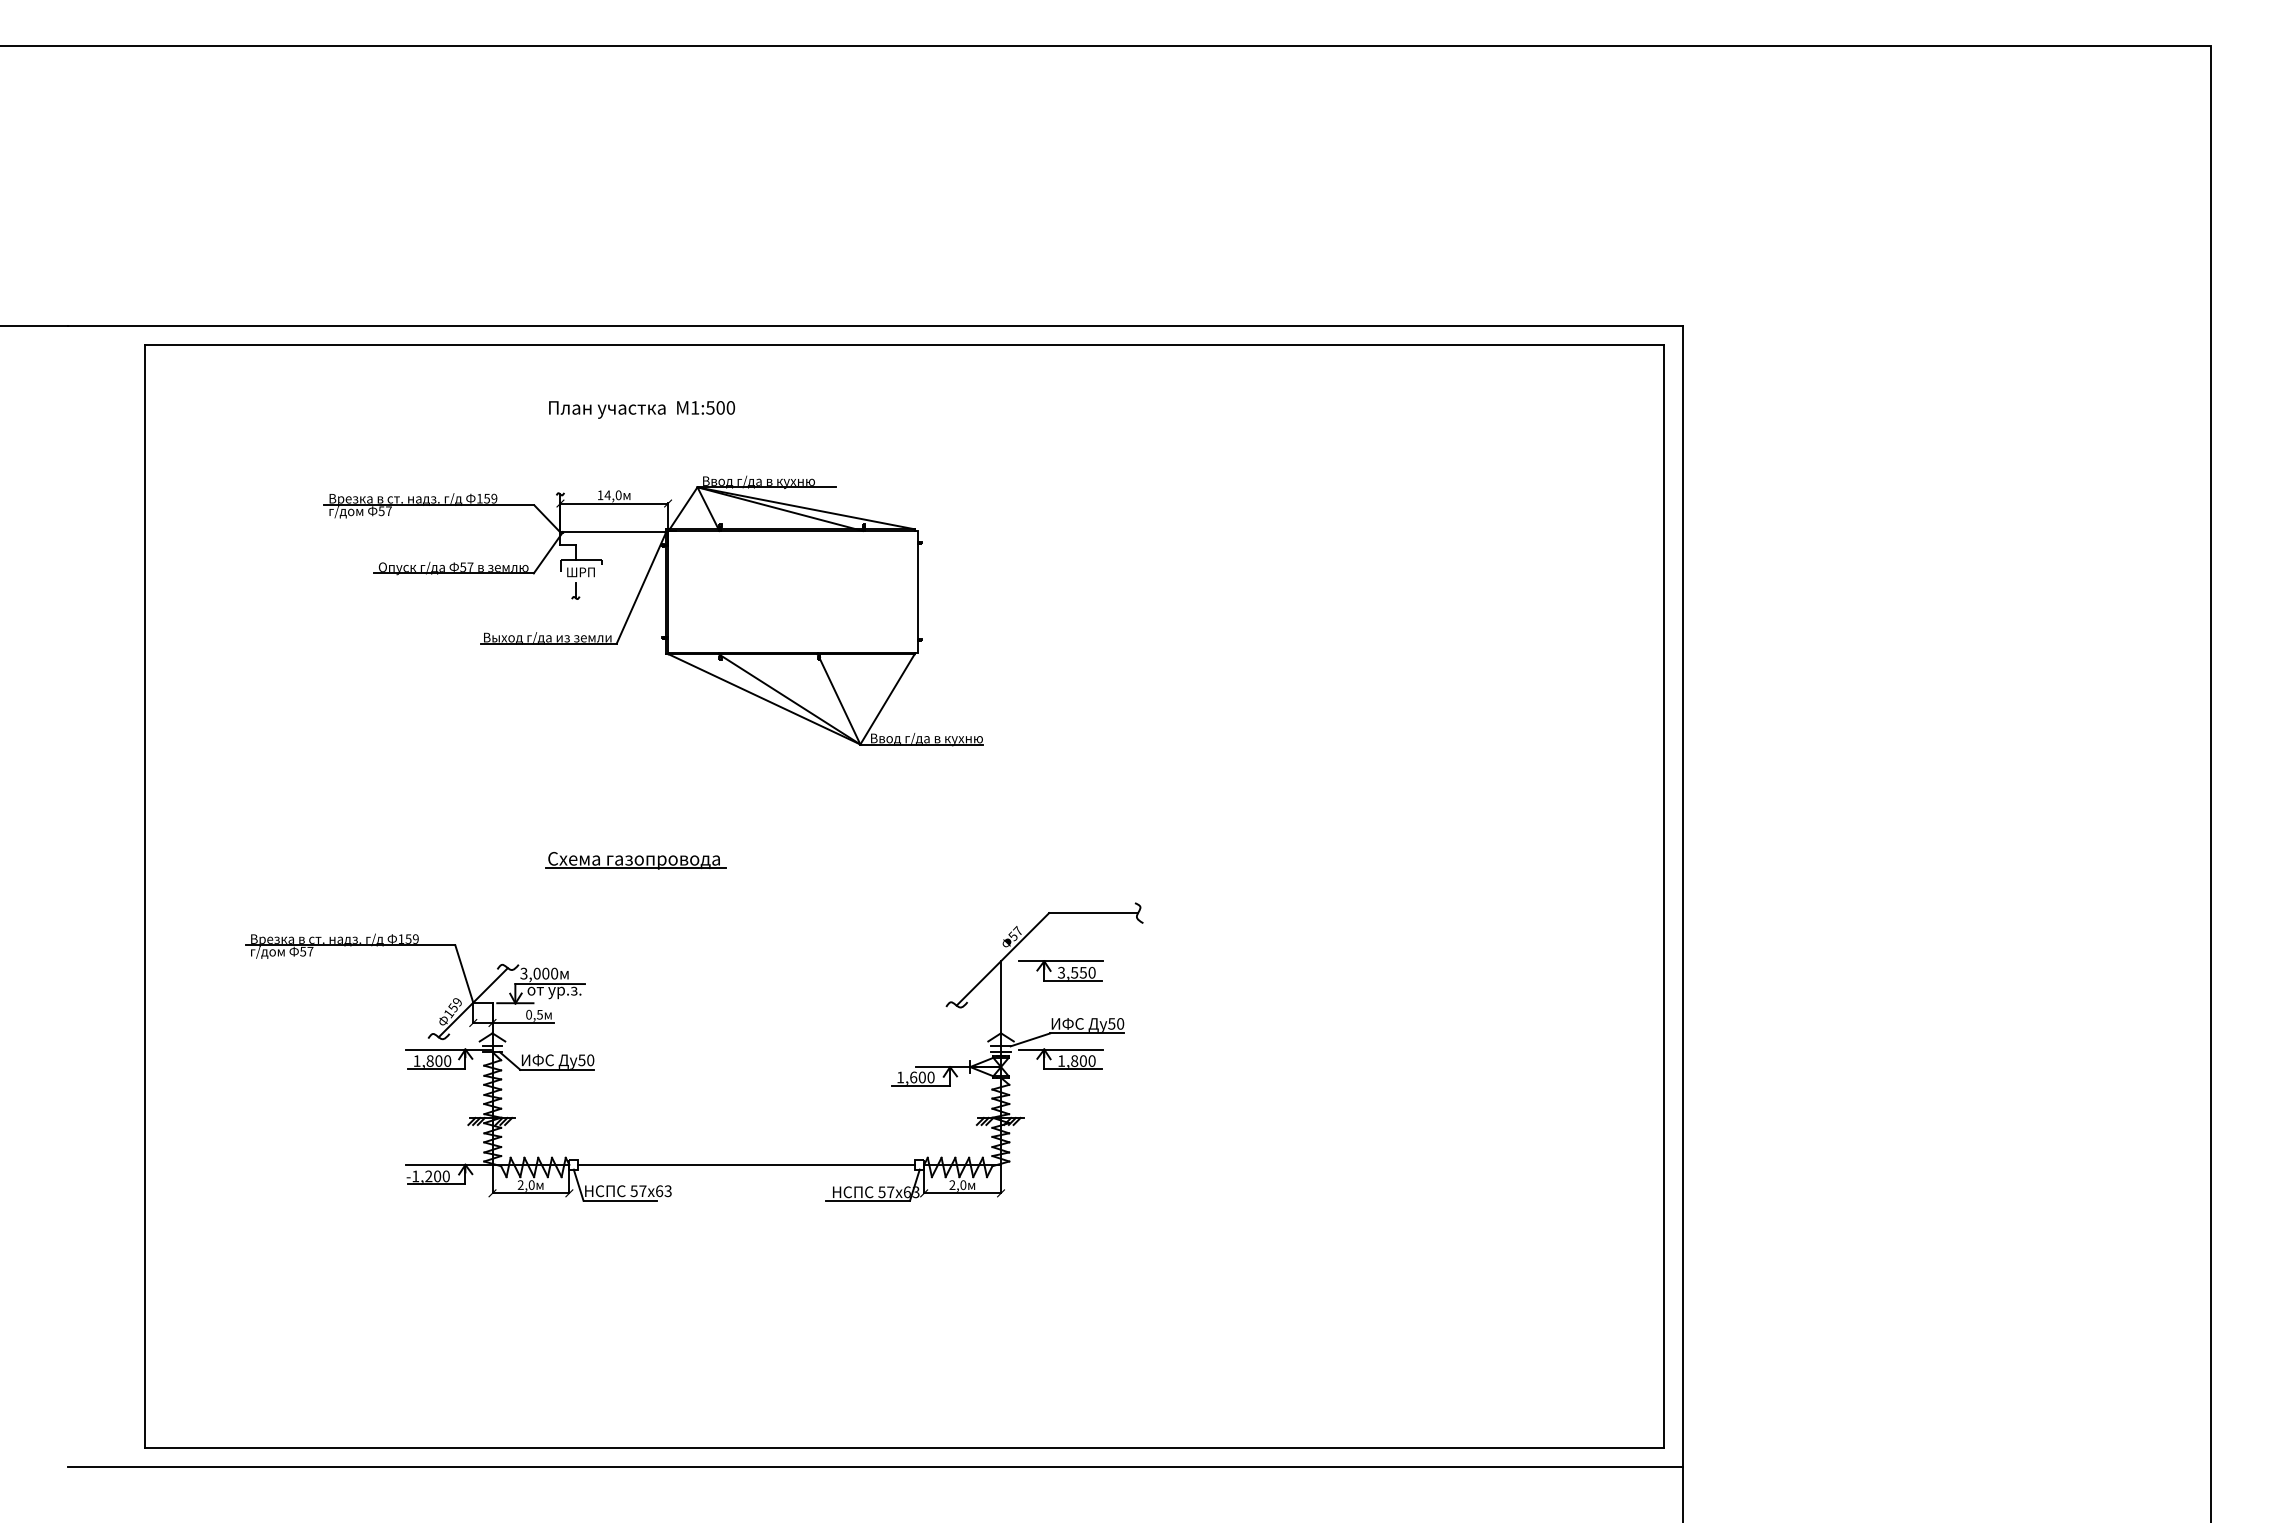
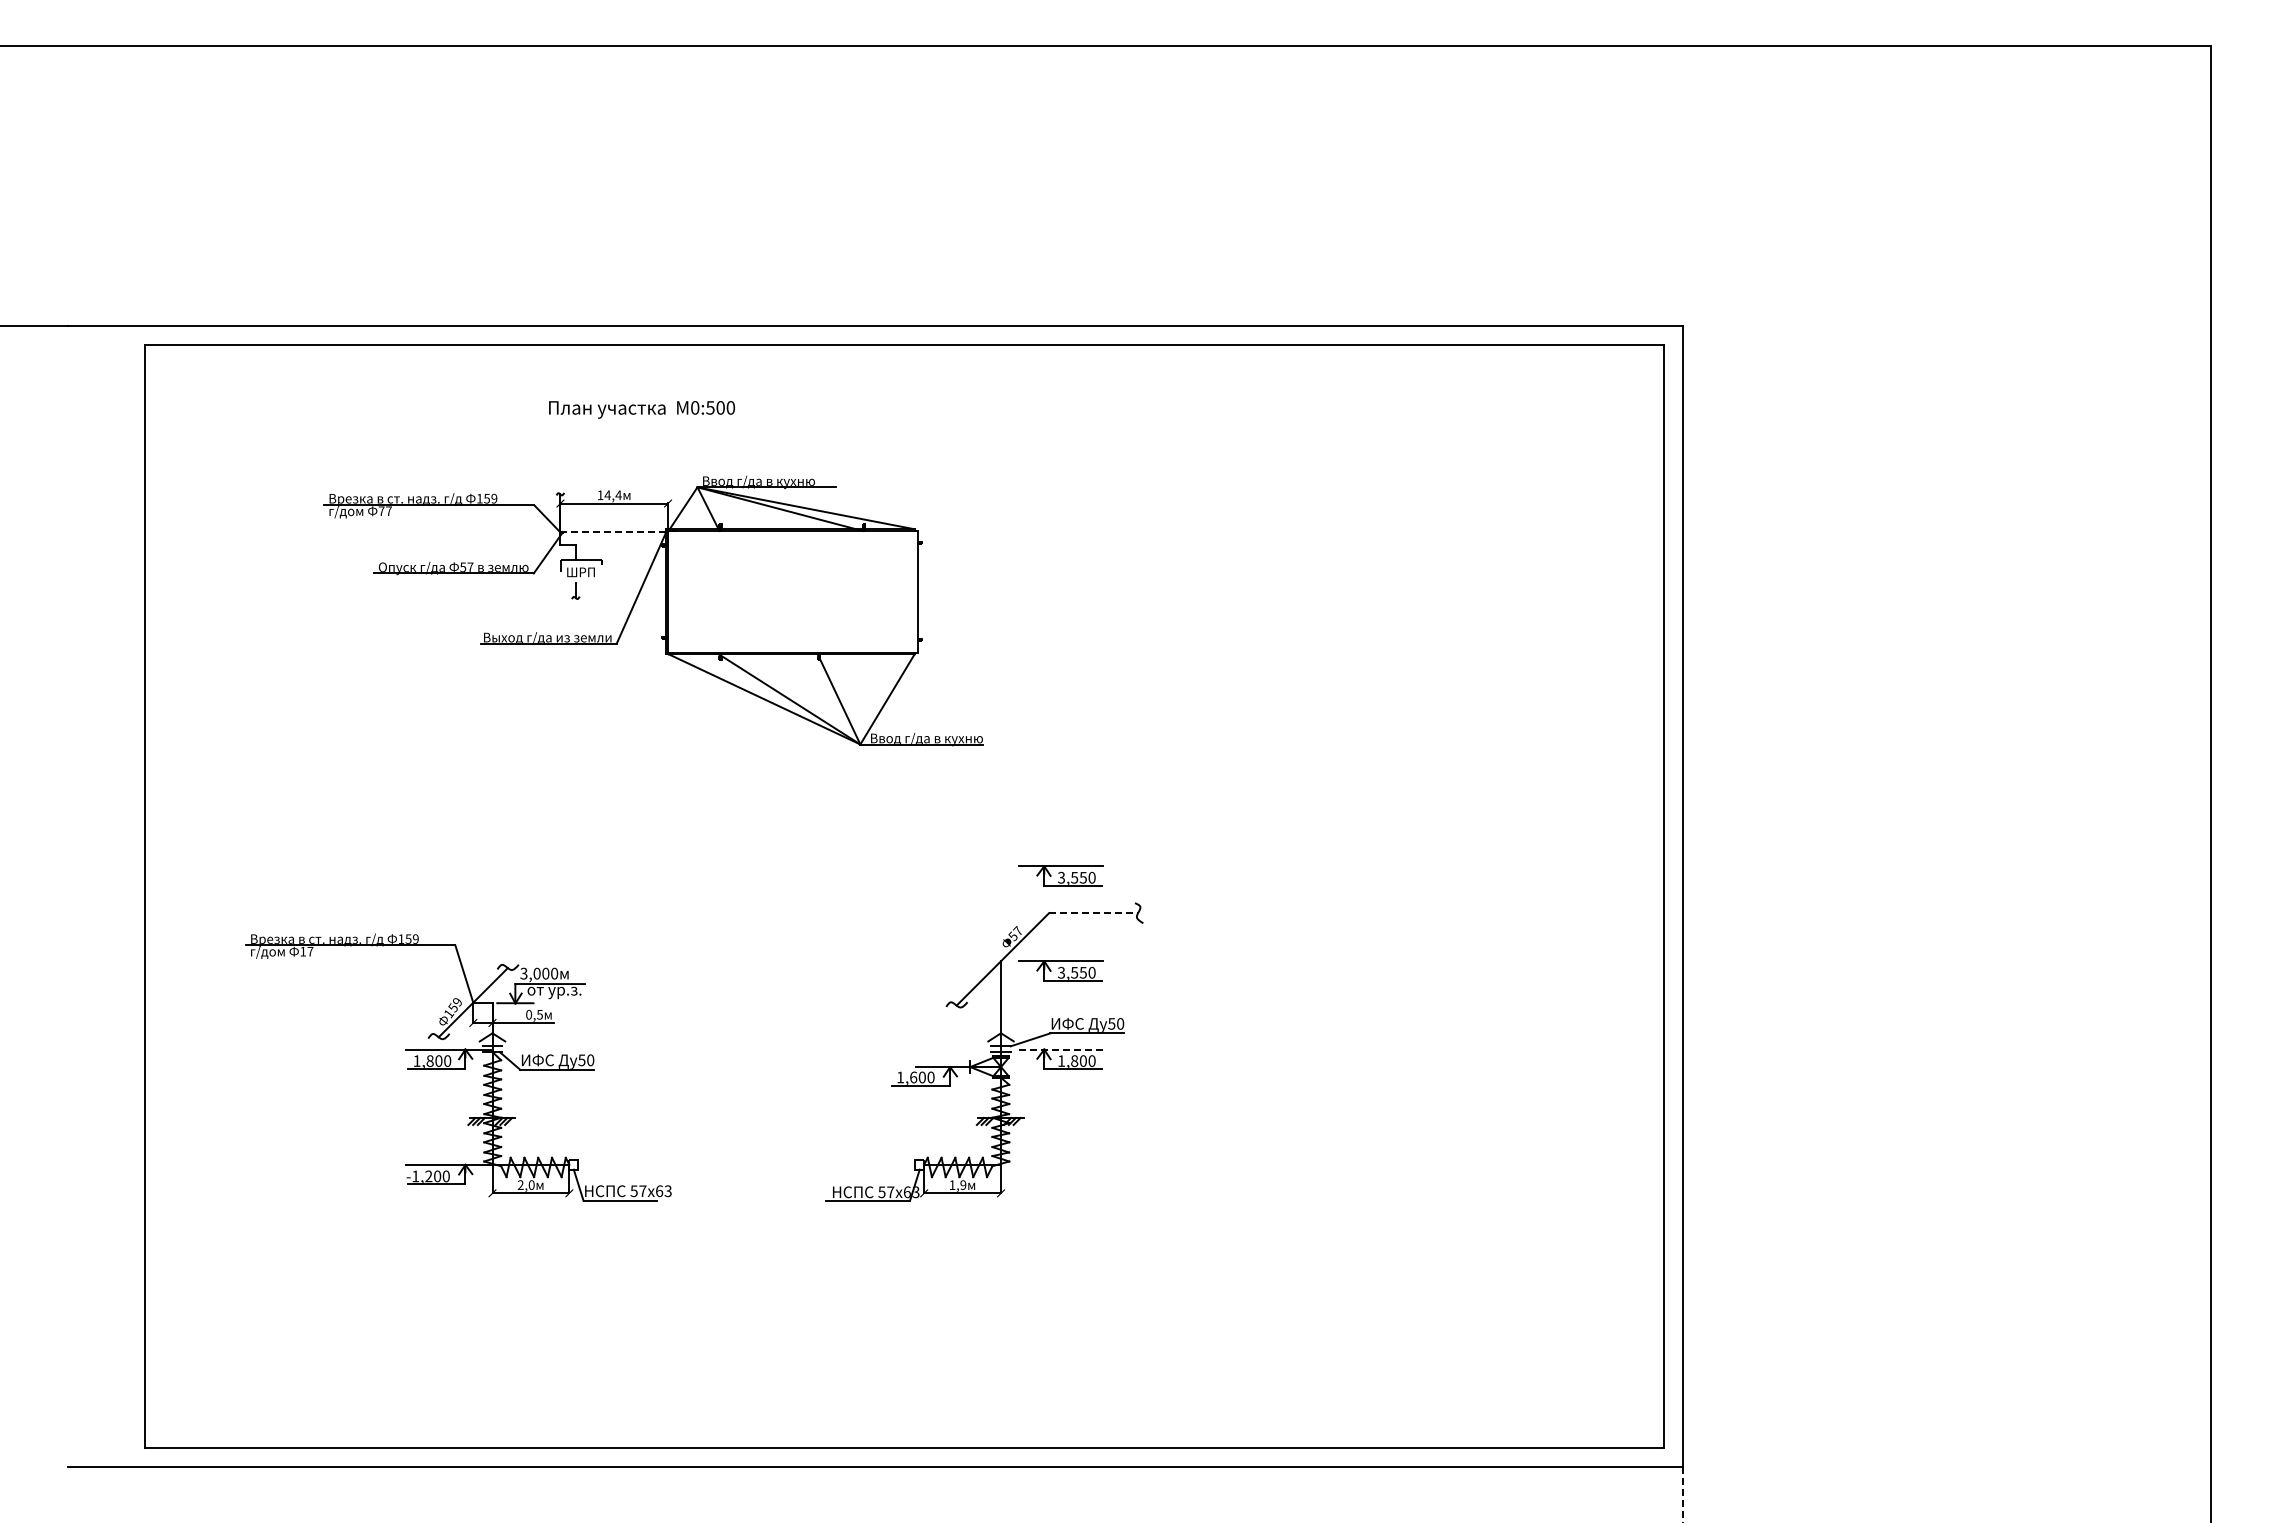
text at (695, 407): 1:500 -> 0:500
text at (618, 495): 14,0 -> 14,4
text at (381, 511): 57 -> 77
line at (613, 532): solid -> dashed
part at (635, 860): present -> none
part at (1060, 875): none -> present
line at (1094, 913): solid -> dashed
text at (303, 951): 57 -> 17
line at (1061, 1049): solid -> dashed
line at (746, 1164): present -> none
text at (957, 1184): 2,0 -> 1,9
line at (1682, 1495): solid -> dashed
